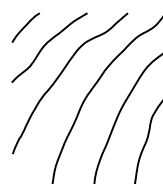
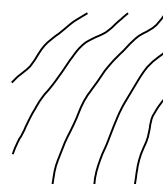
curve at (25, 27): present -> none
